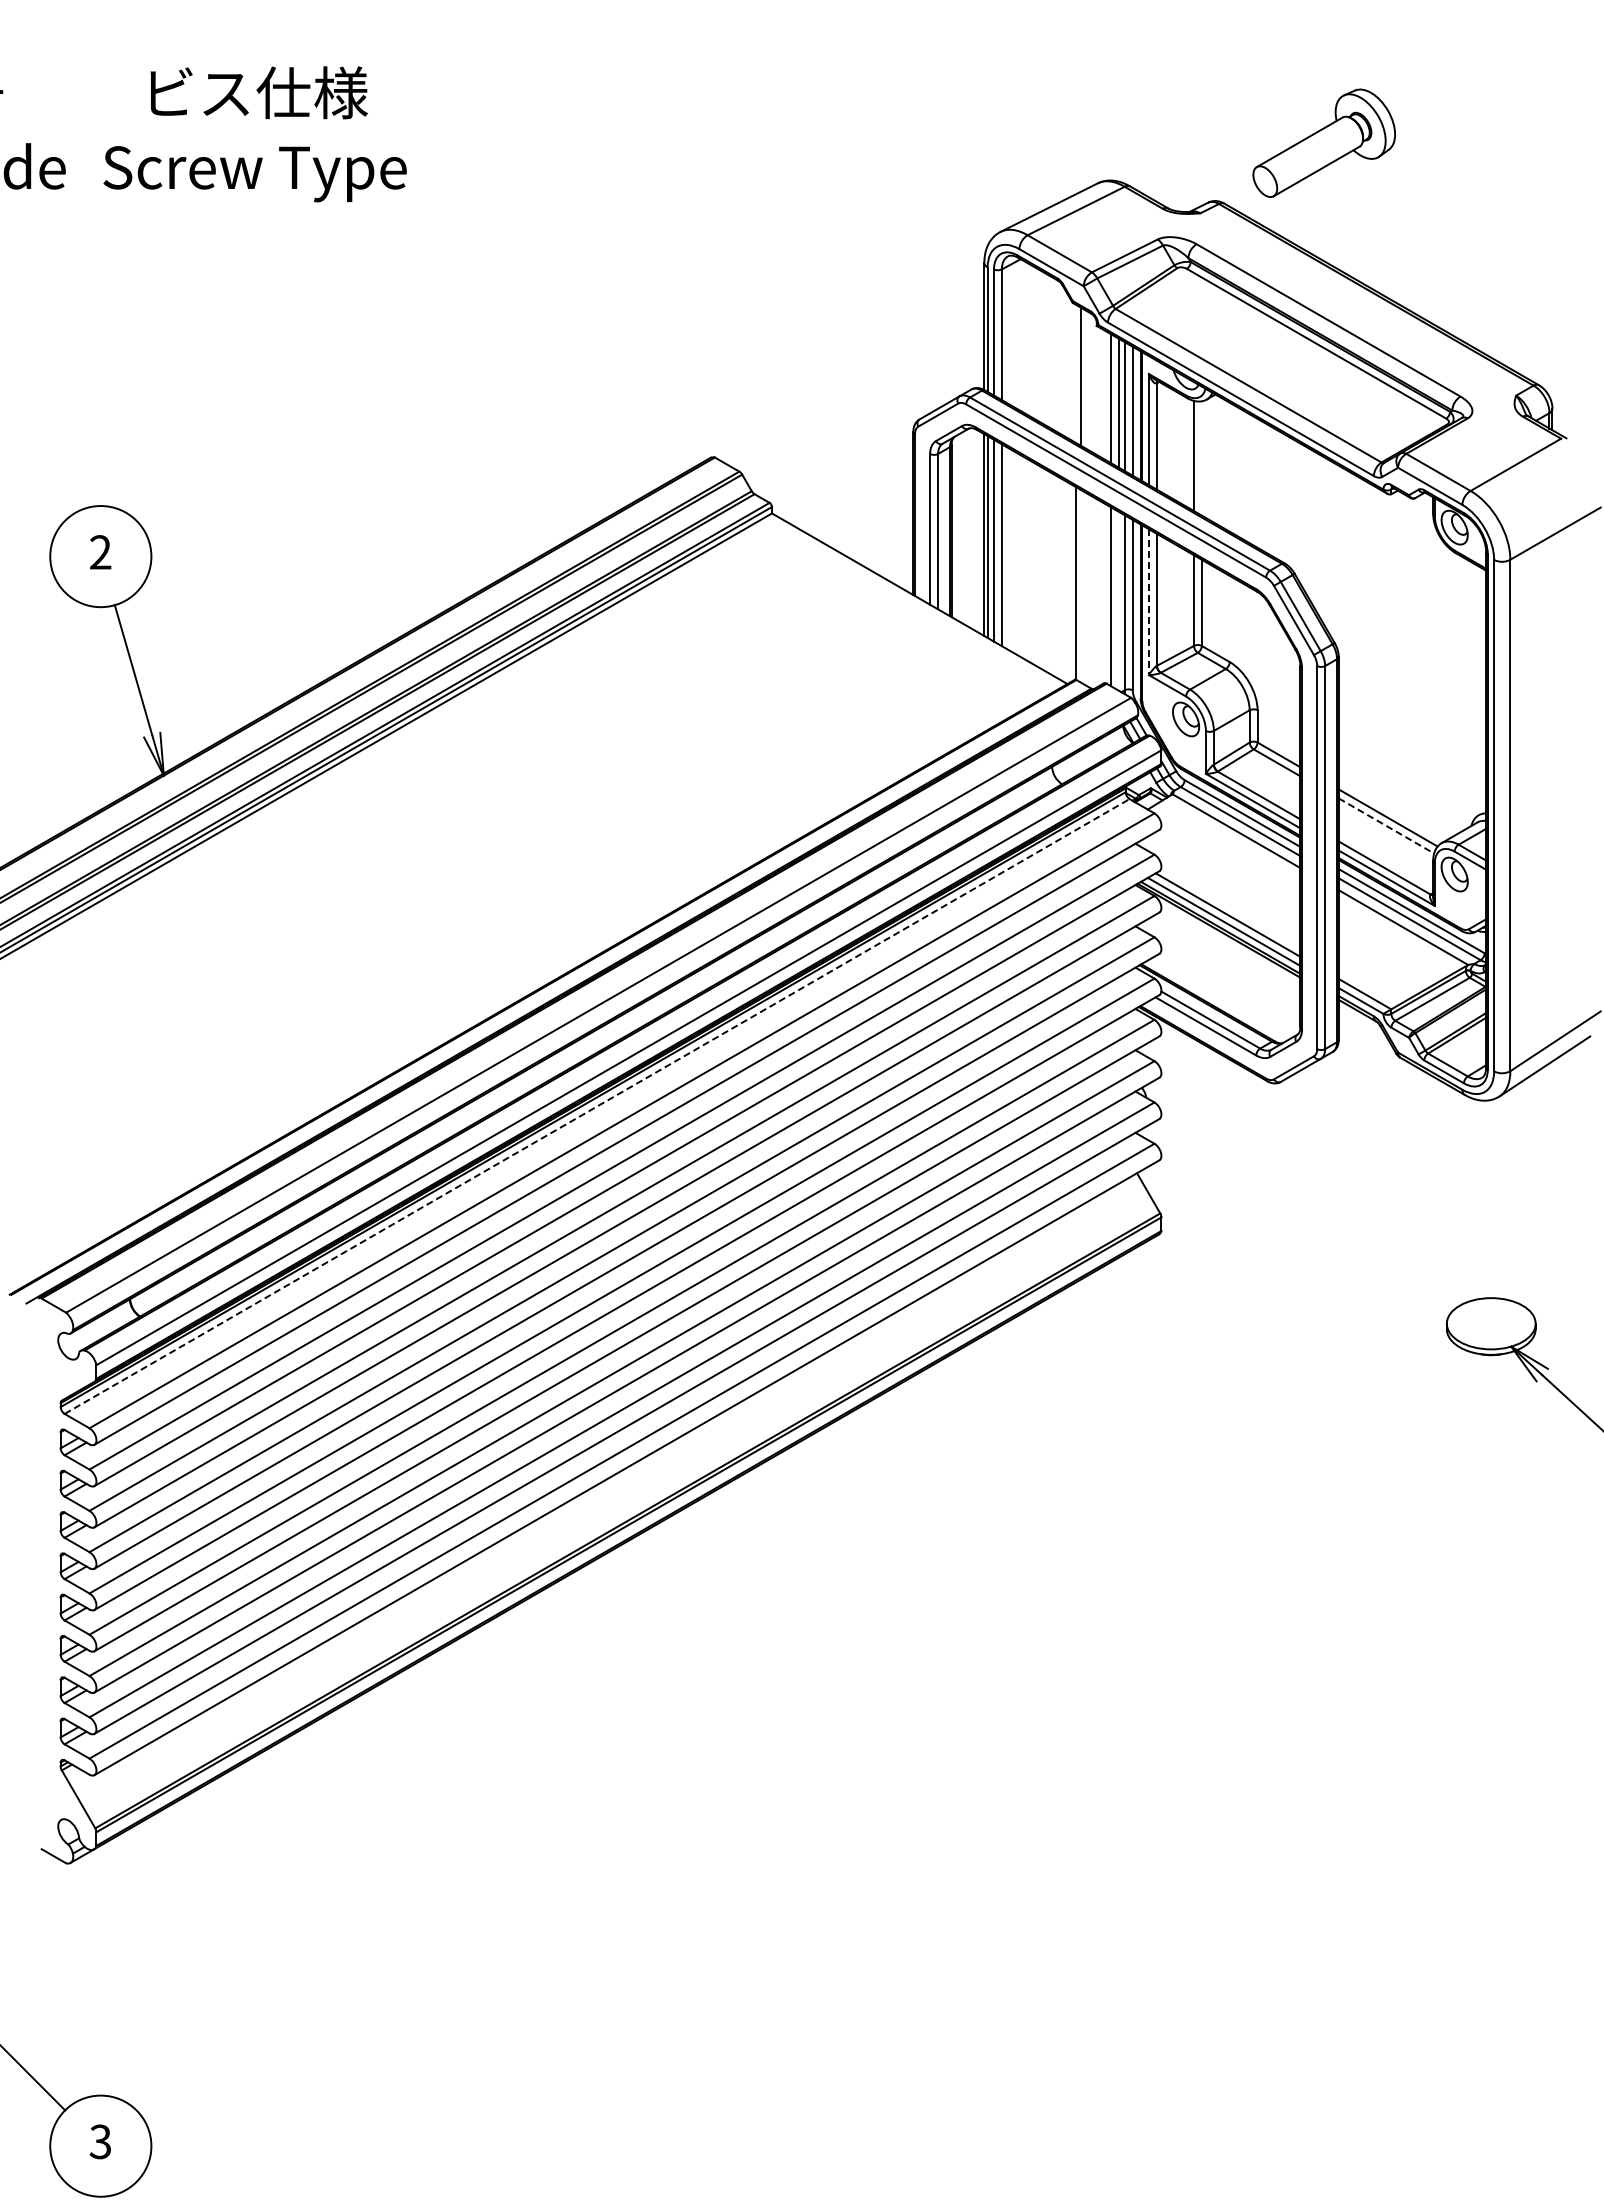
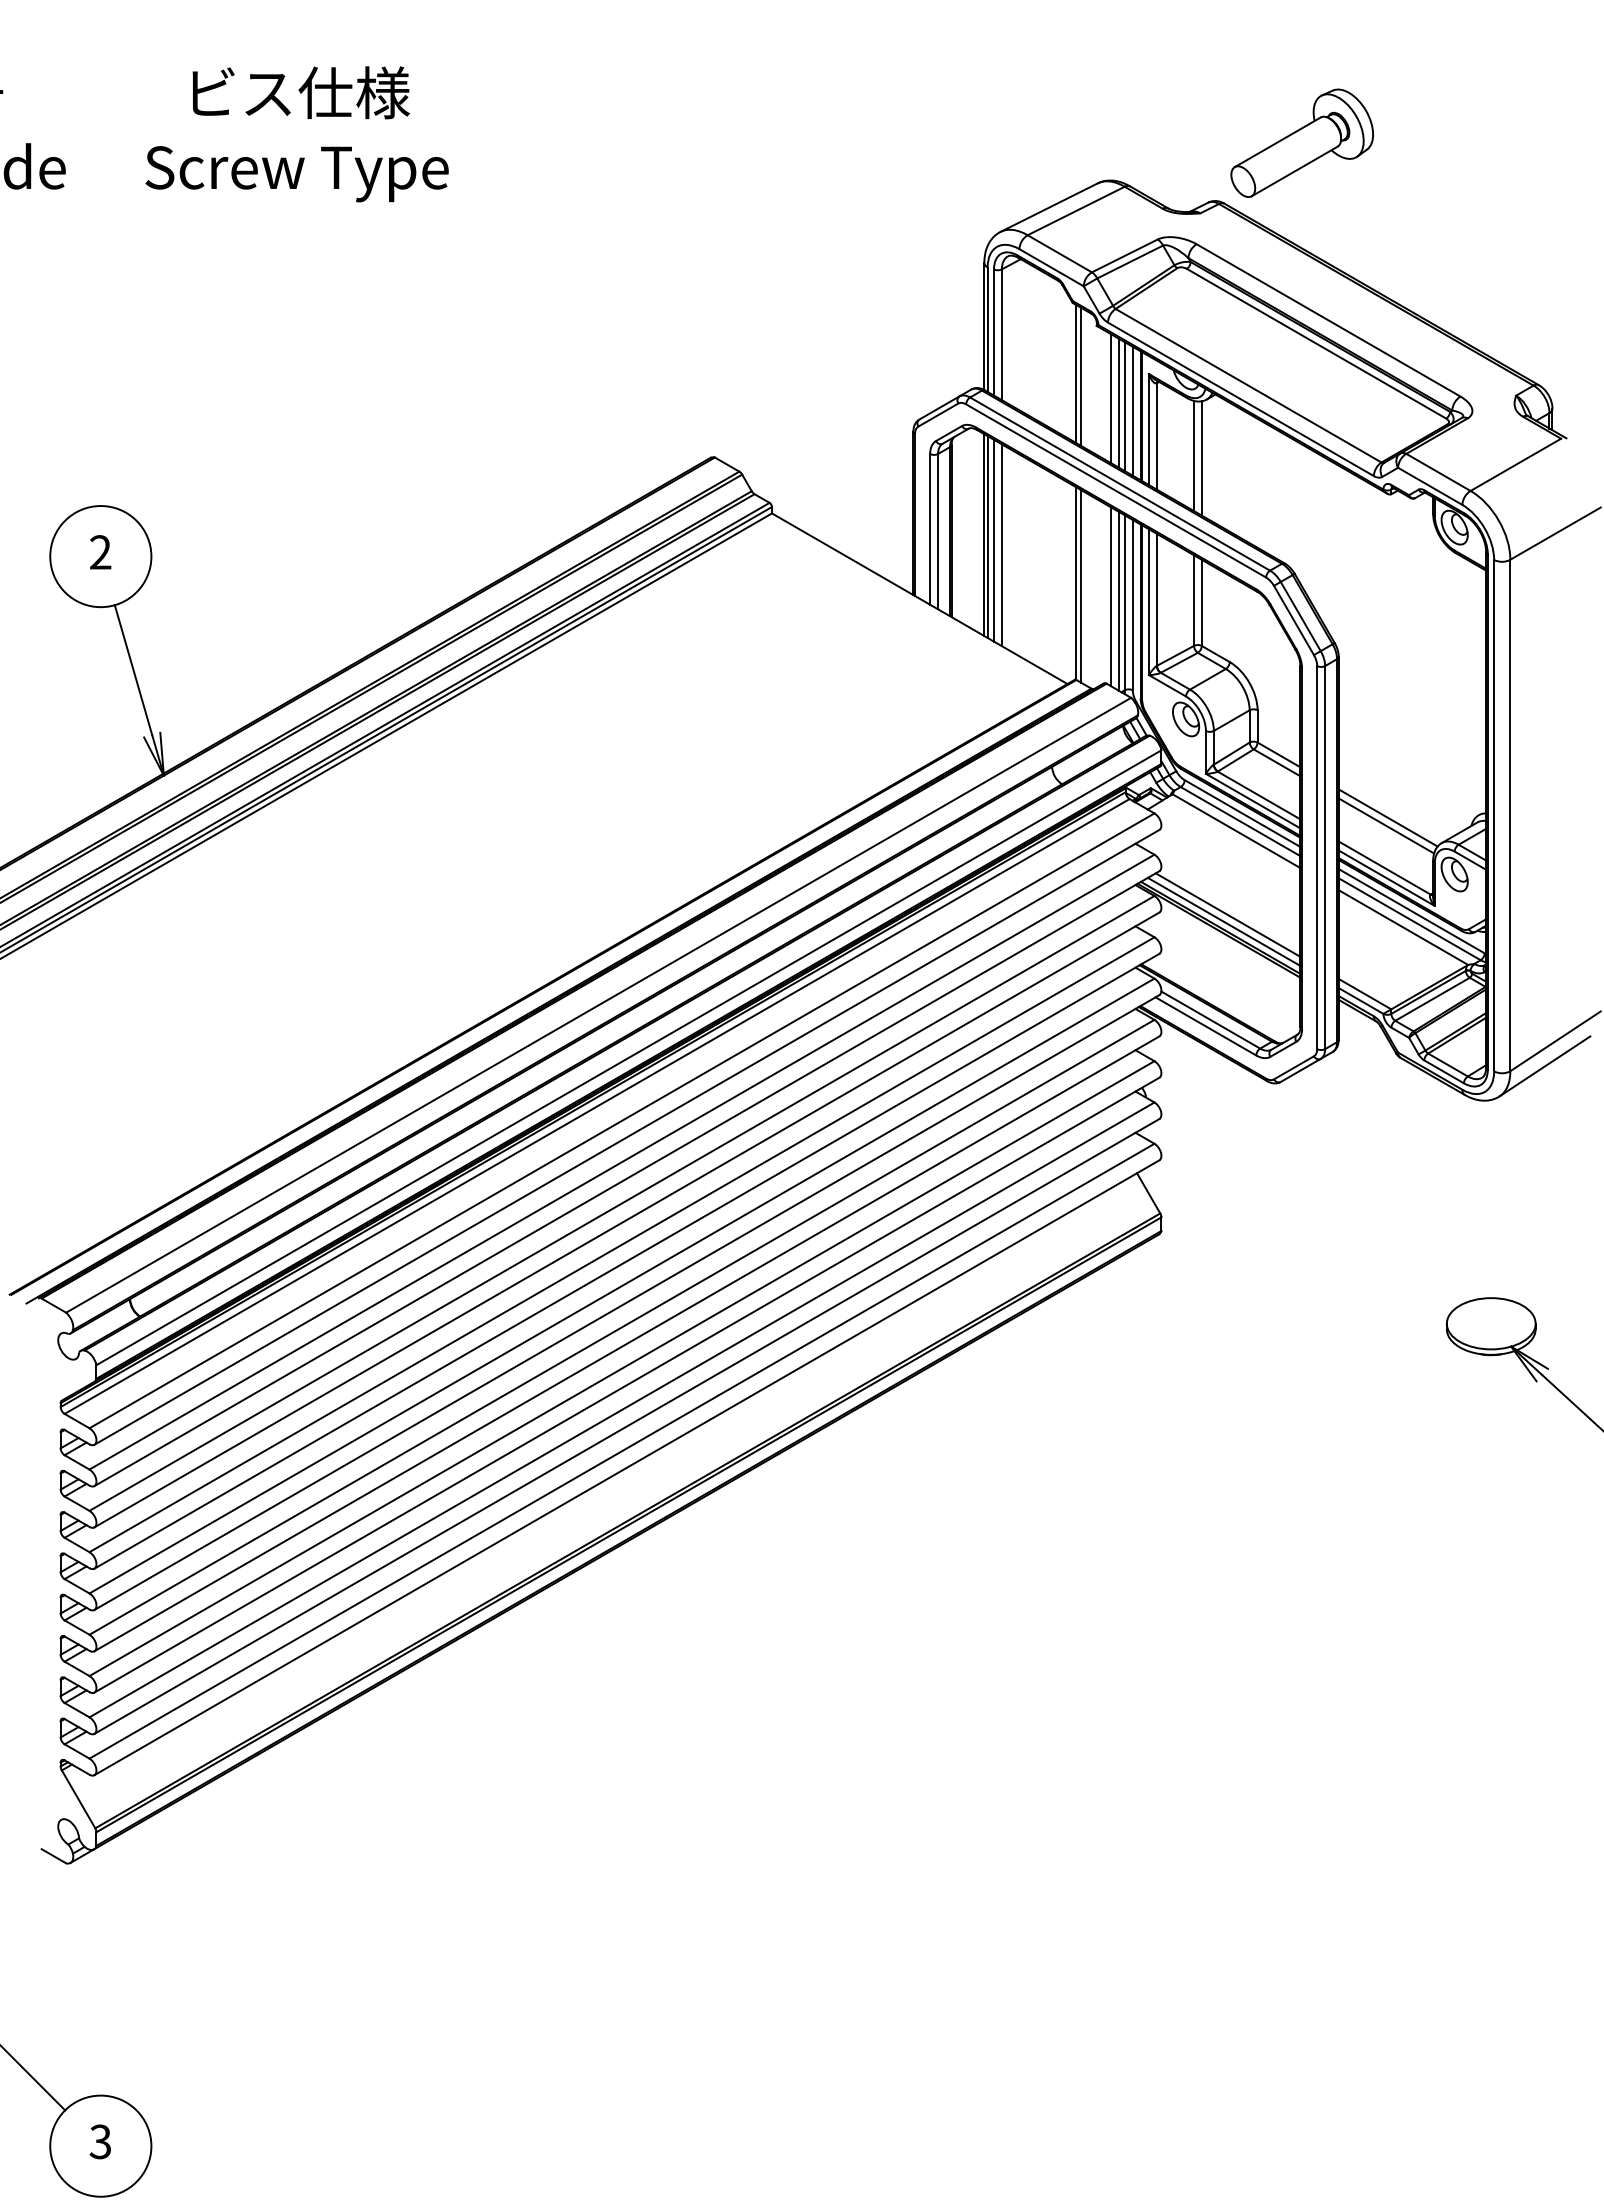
text at (254, 134) position: (254, 134) -> (296, 134)
part at (1323, 142) position: (1323, 142) -> (1301, 142)
line at (1076, 374): none -> present
line at (1201, 458): none -> present
line at (1081, 586): none -> present
line at (1118, 600): none -> present
line at (1148, 602): dashed -> solid
line at (1386, 826): dashed -> solid
line at (597, 1106): dashed -> solid
